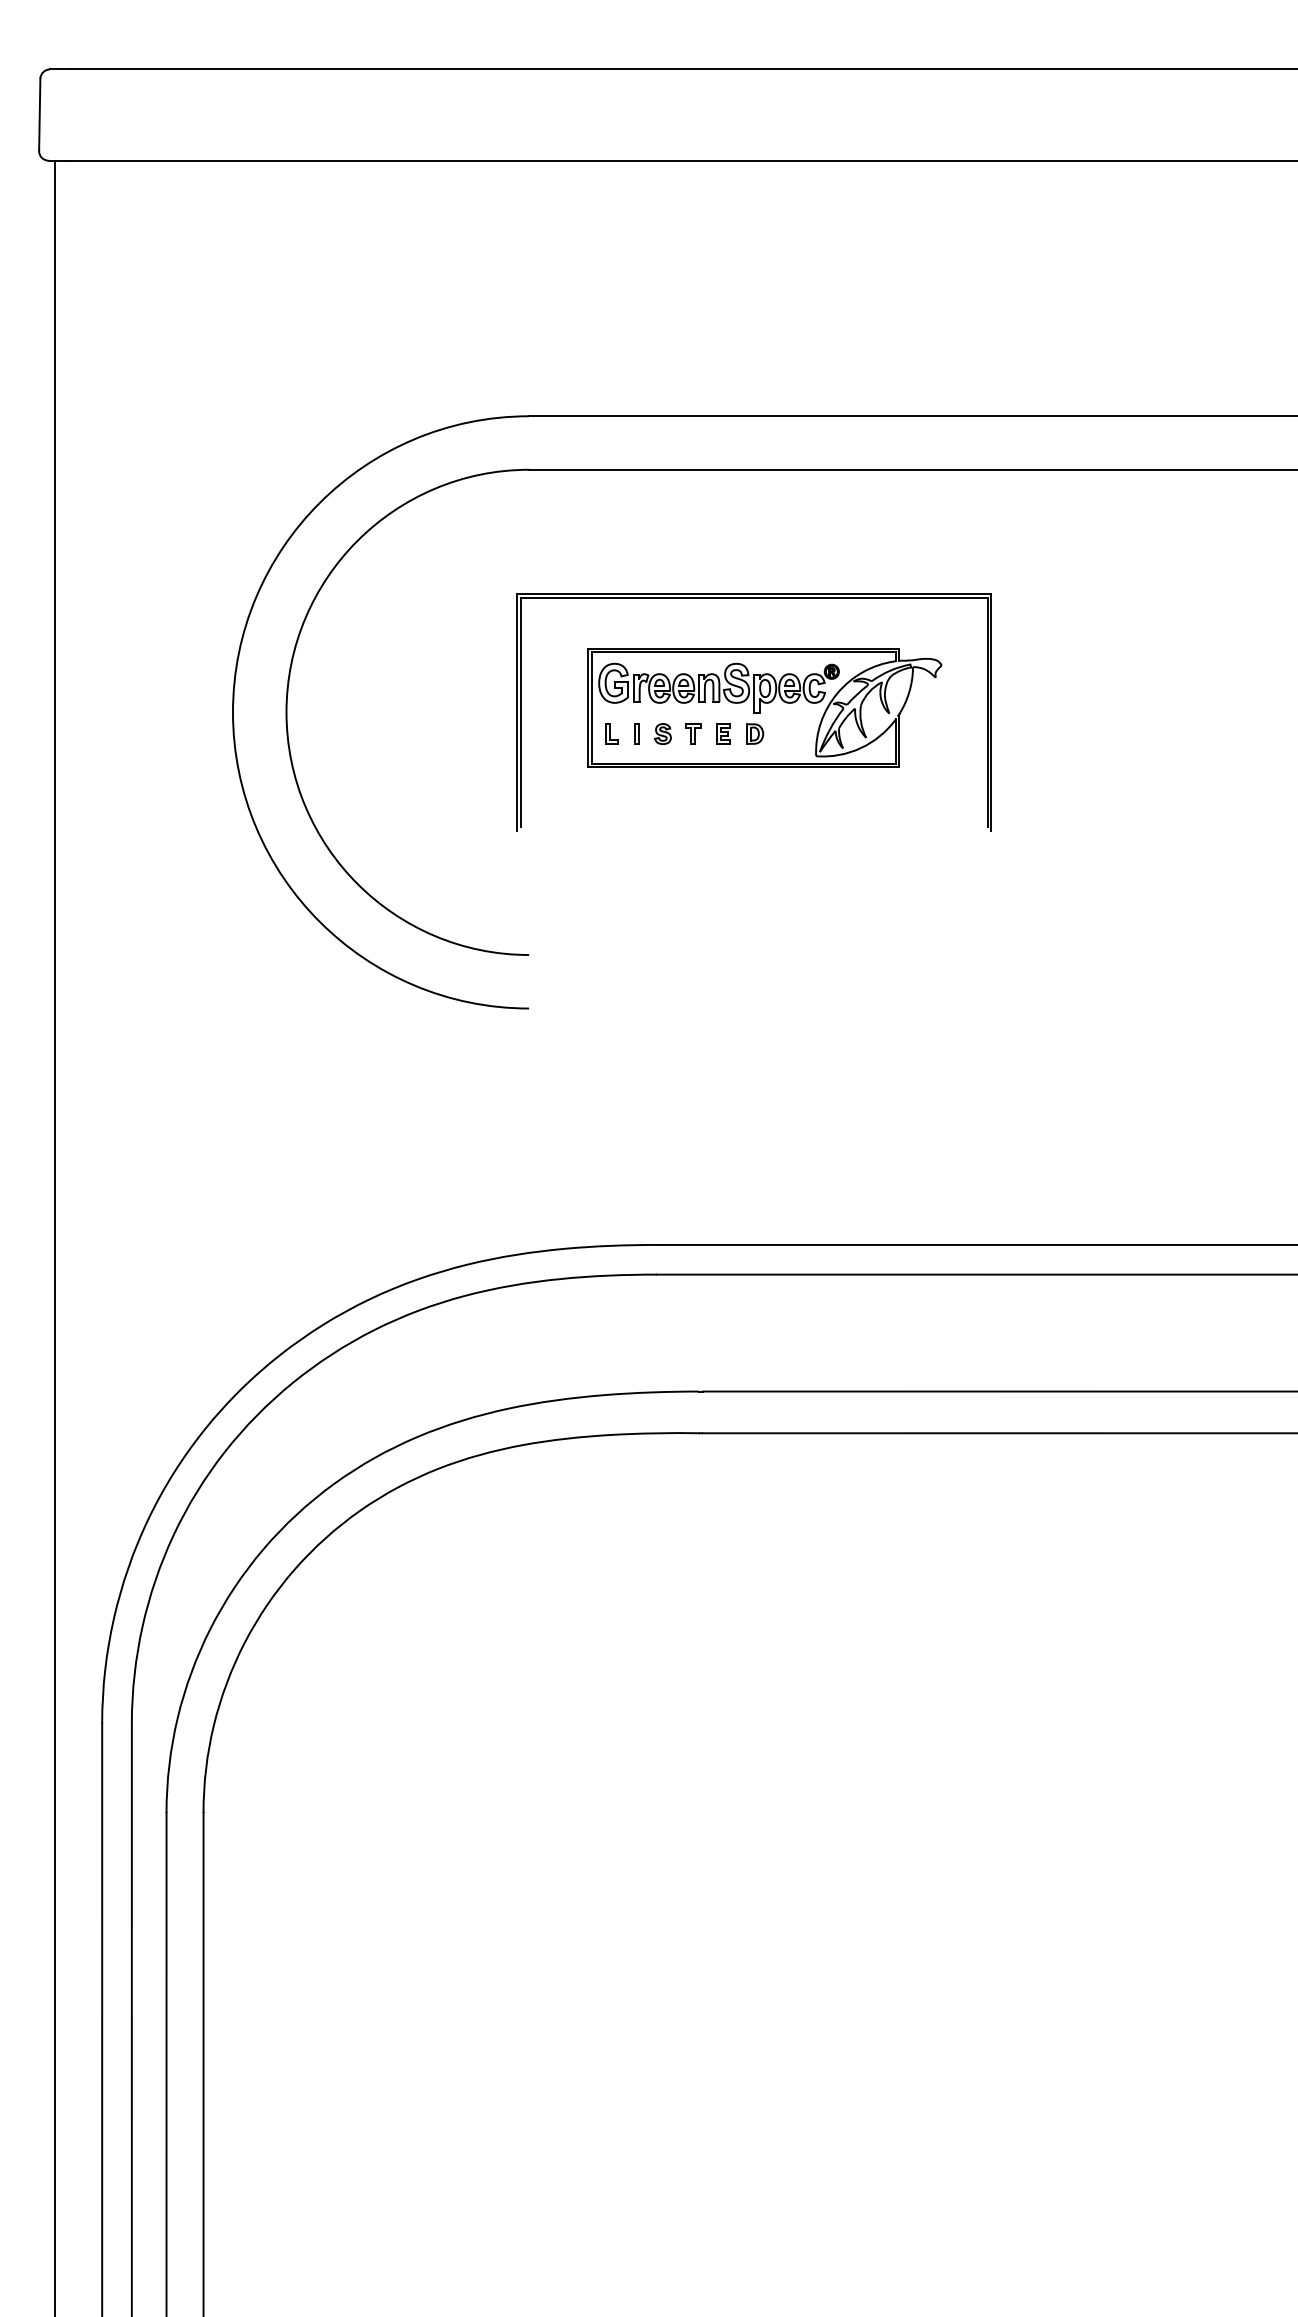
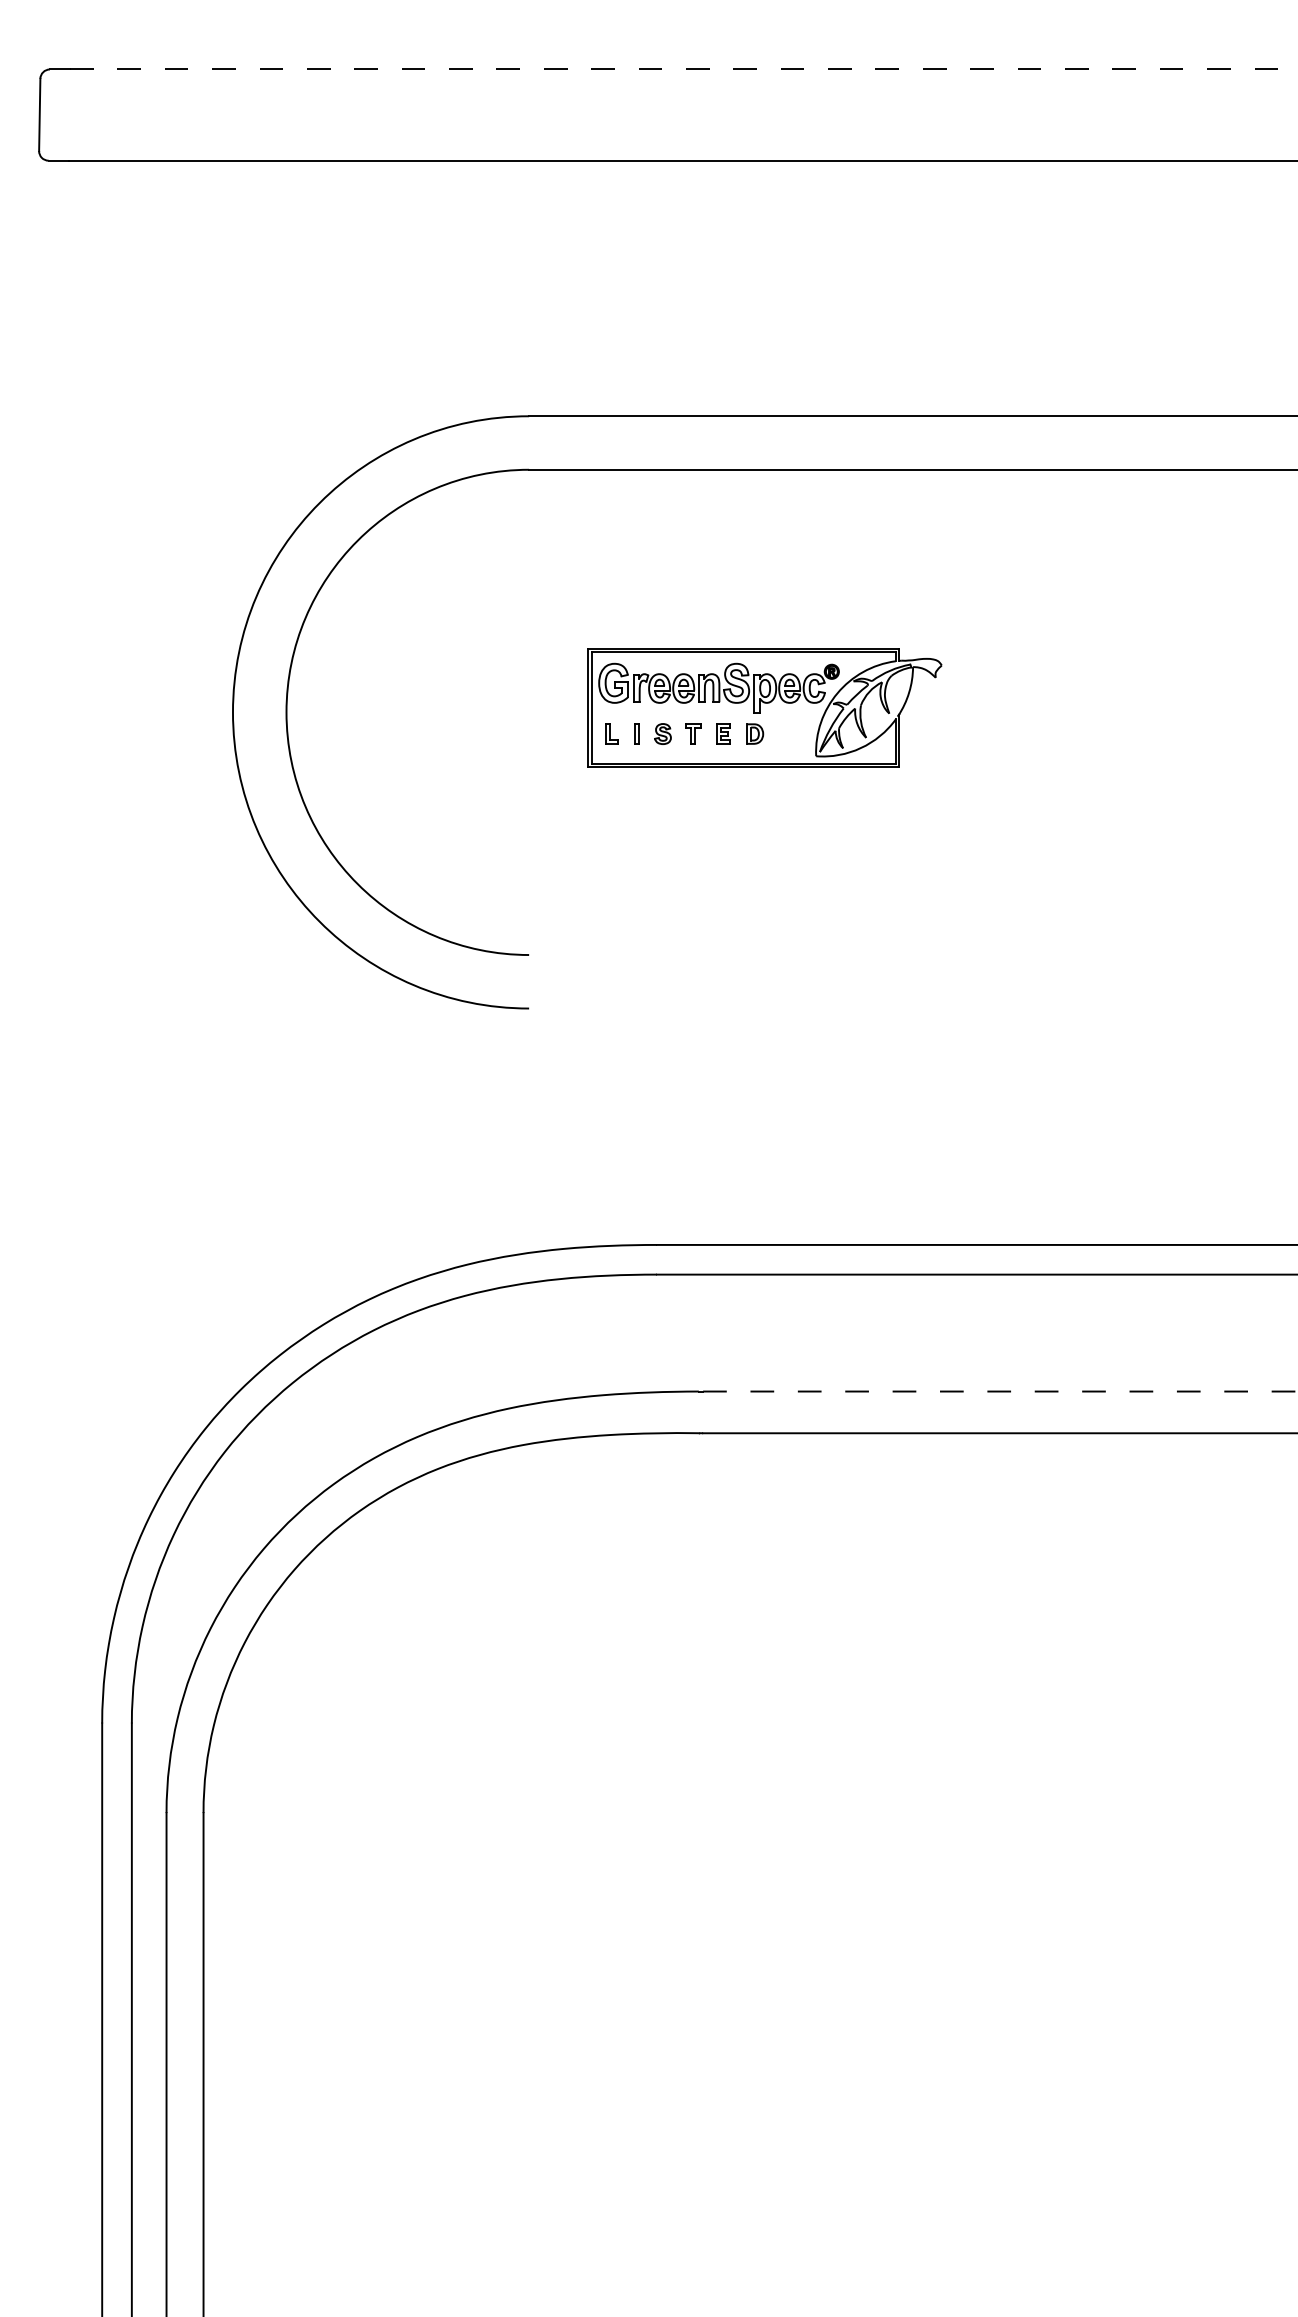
line at (683, 69): solid -> dashed
part at (753, 598): present -> none
line at (55, 1236): present -> none
line at (1000, 1391): solid -> dashed
